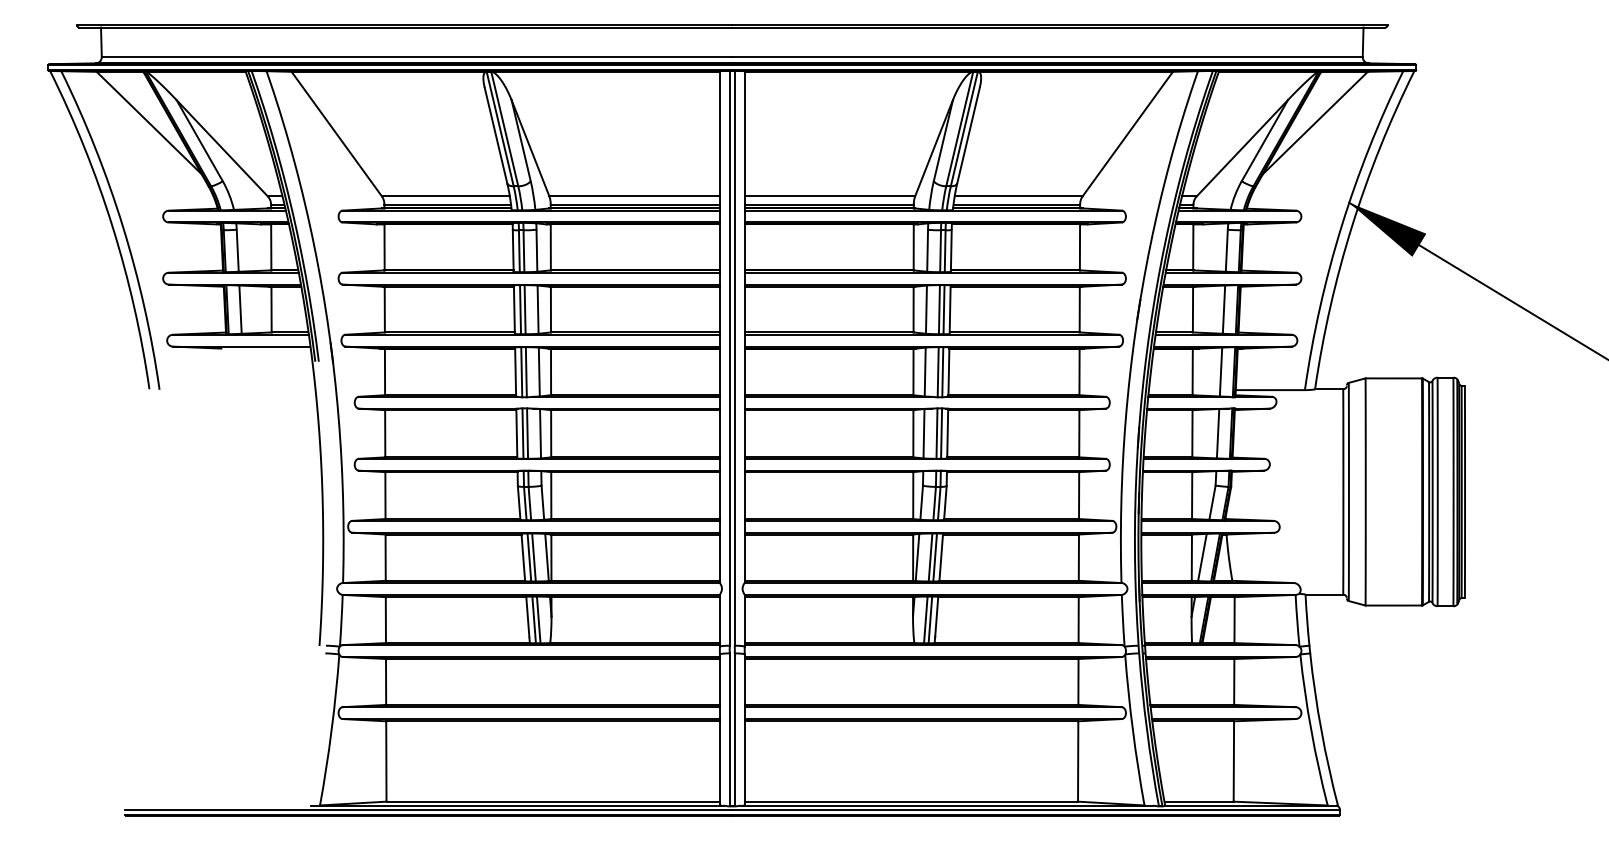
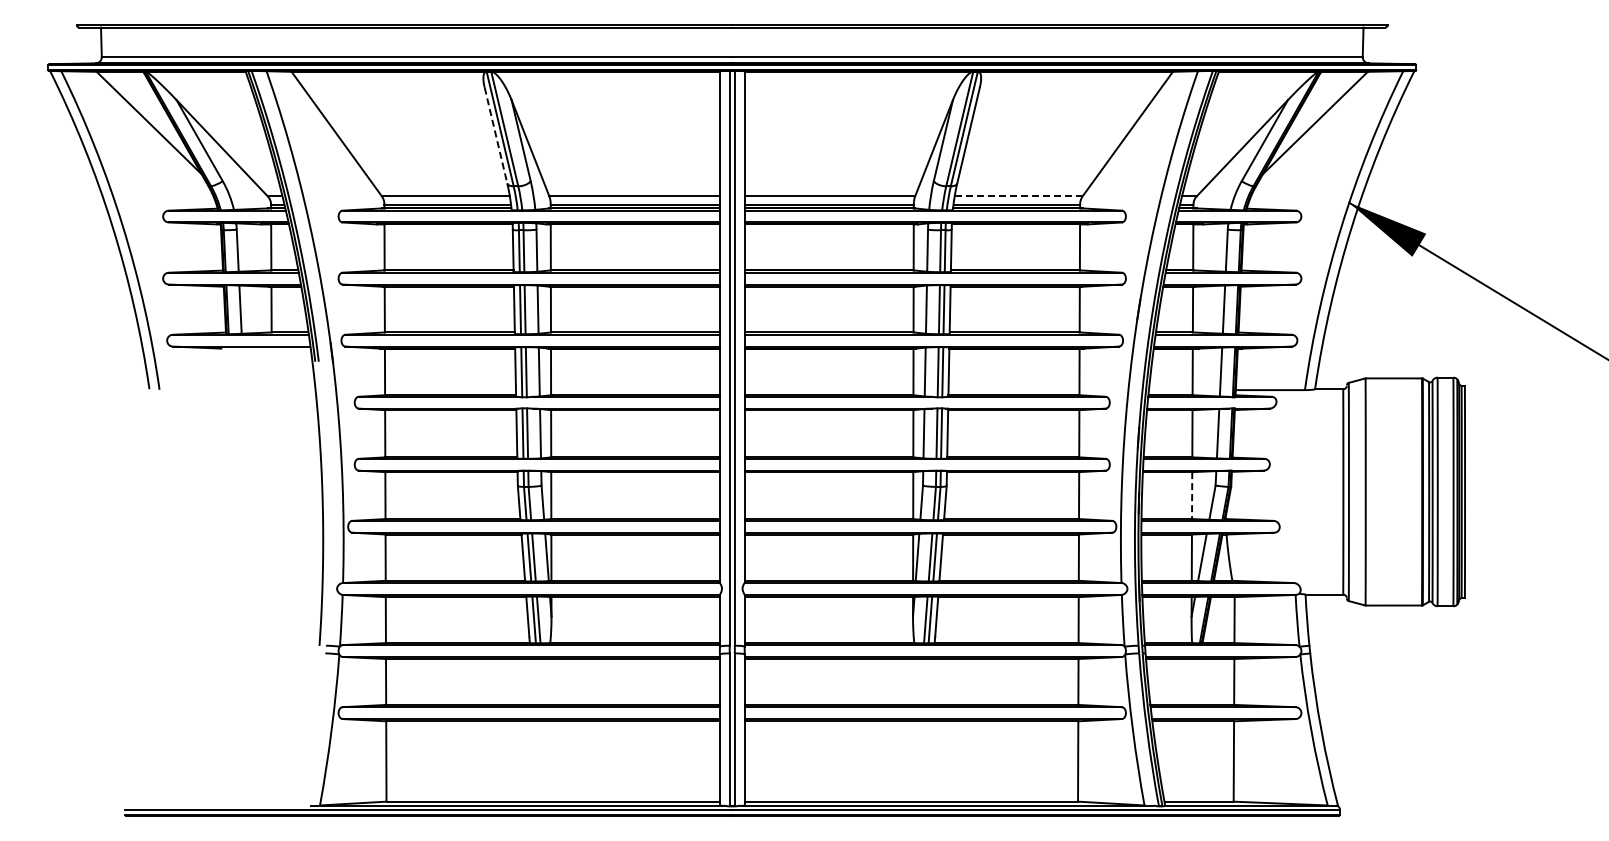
line at (496, 136): solid -> dashed
line at (1018, 196): solid -> dashed
line at (1192, 496): solid -> dashed
